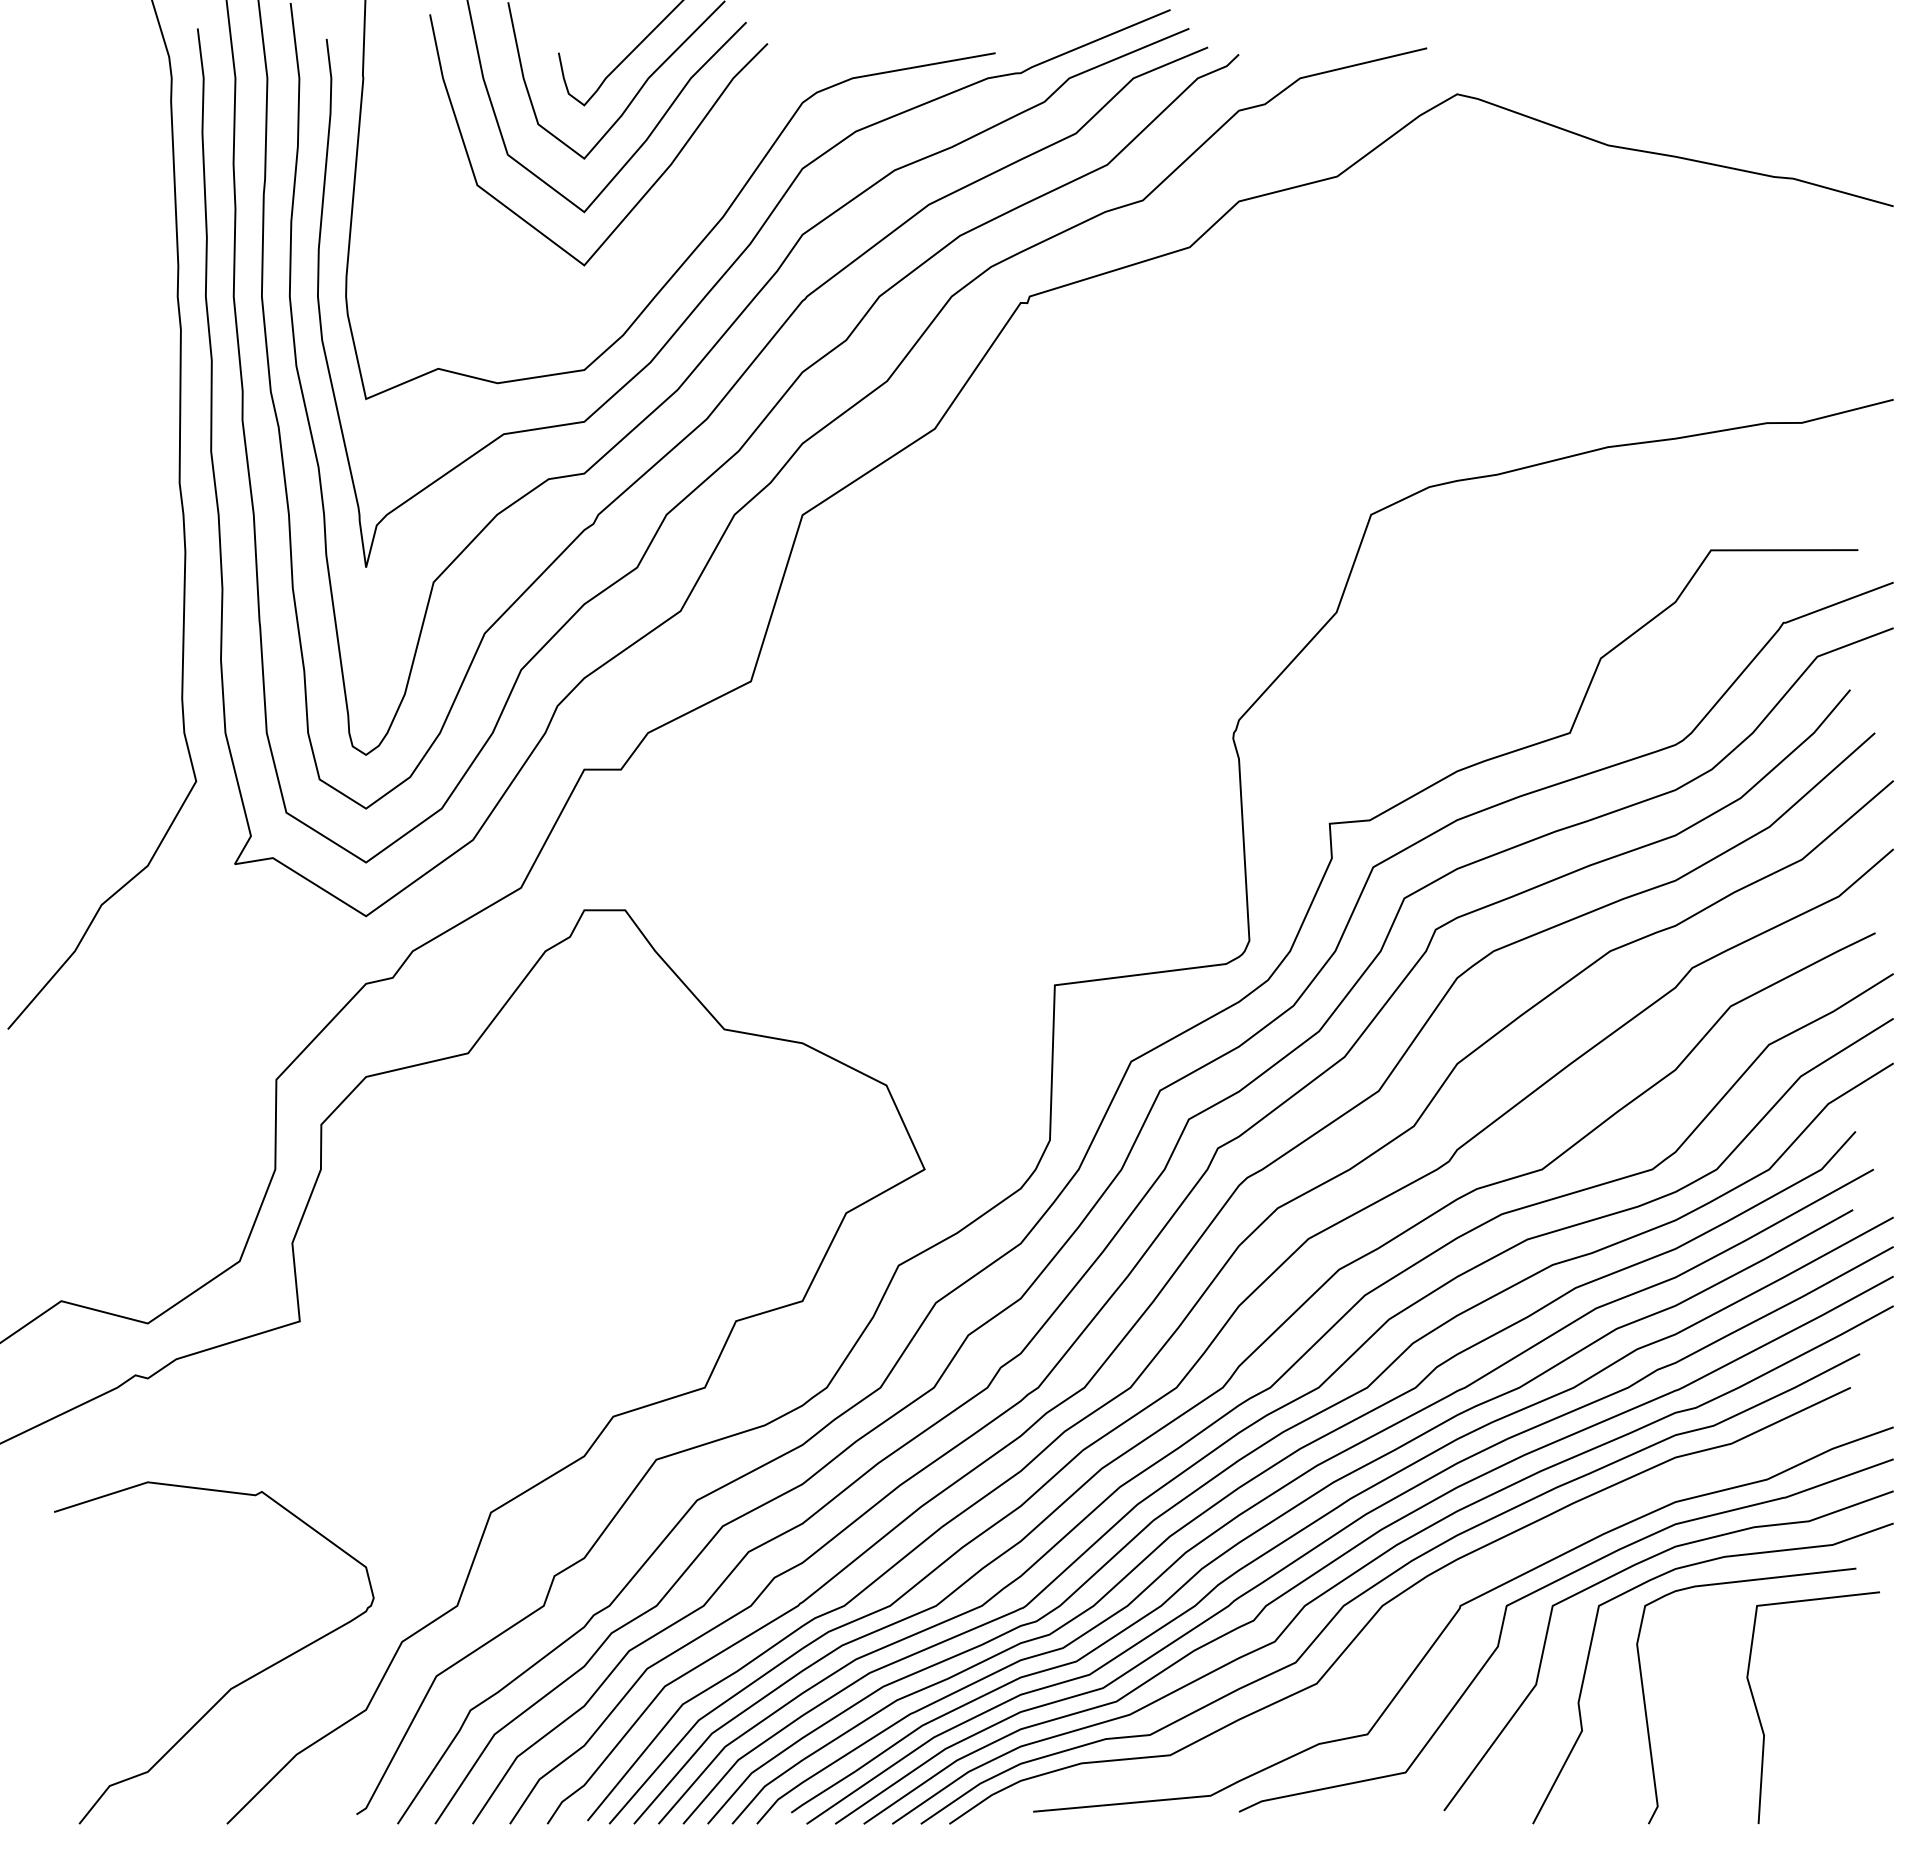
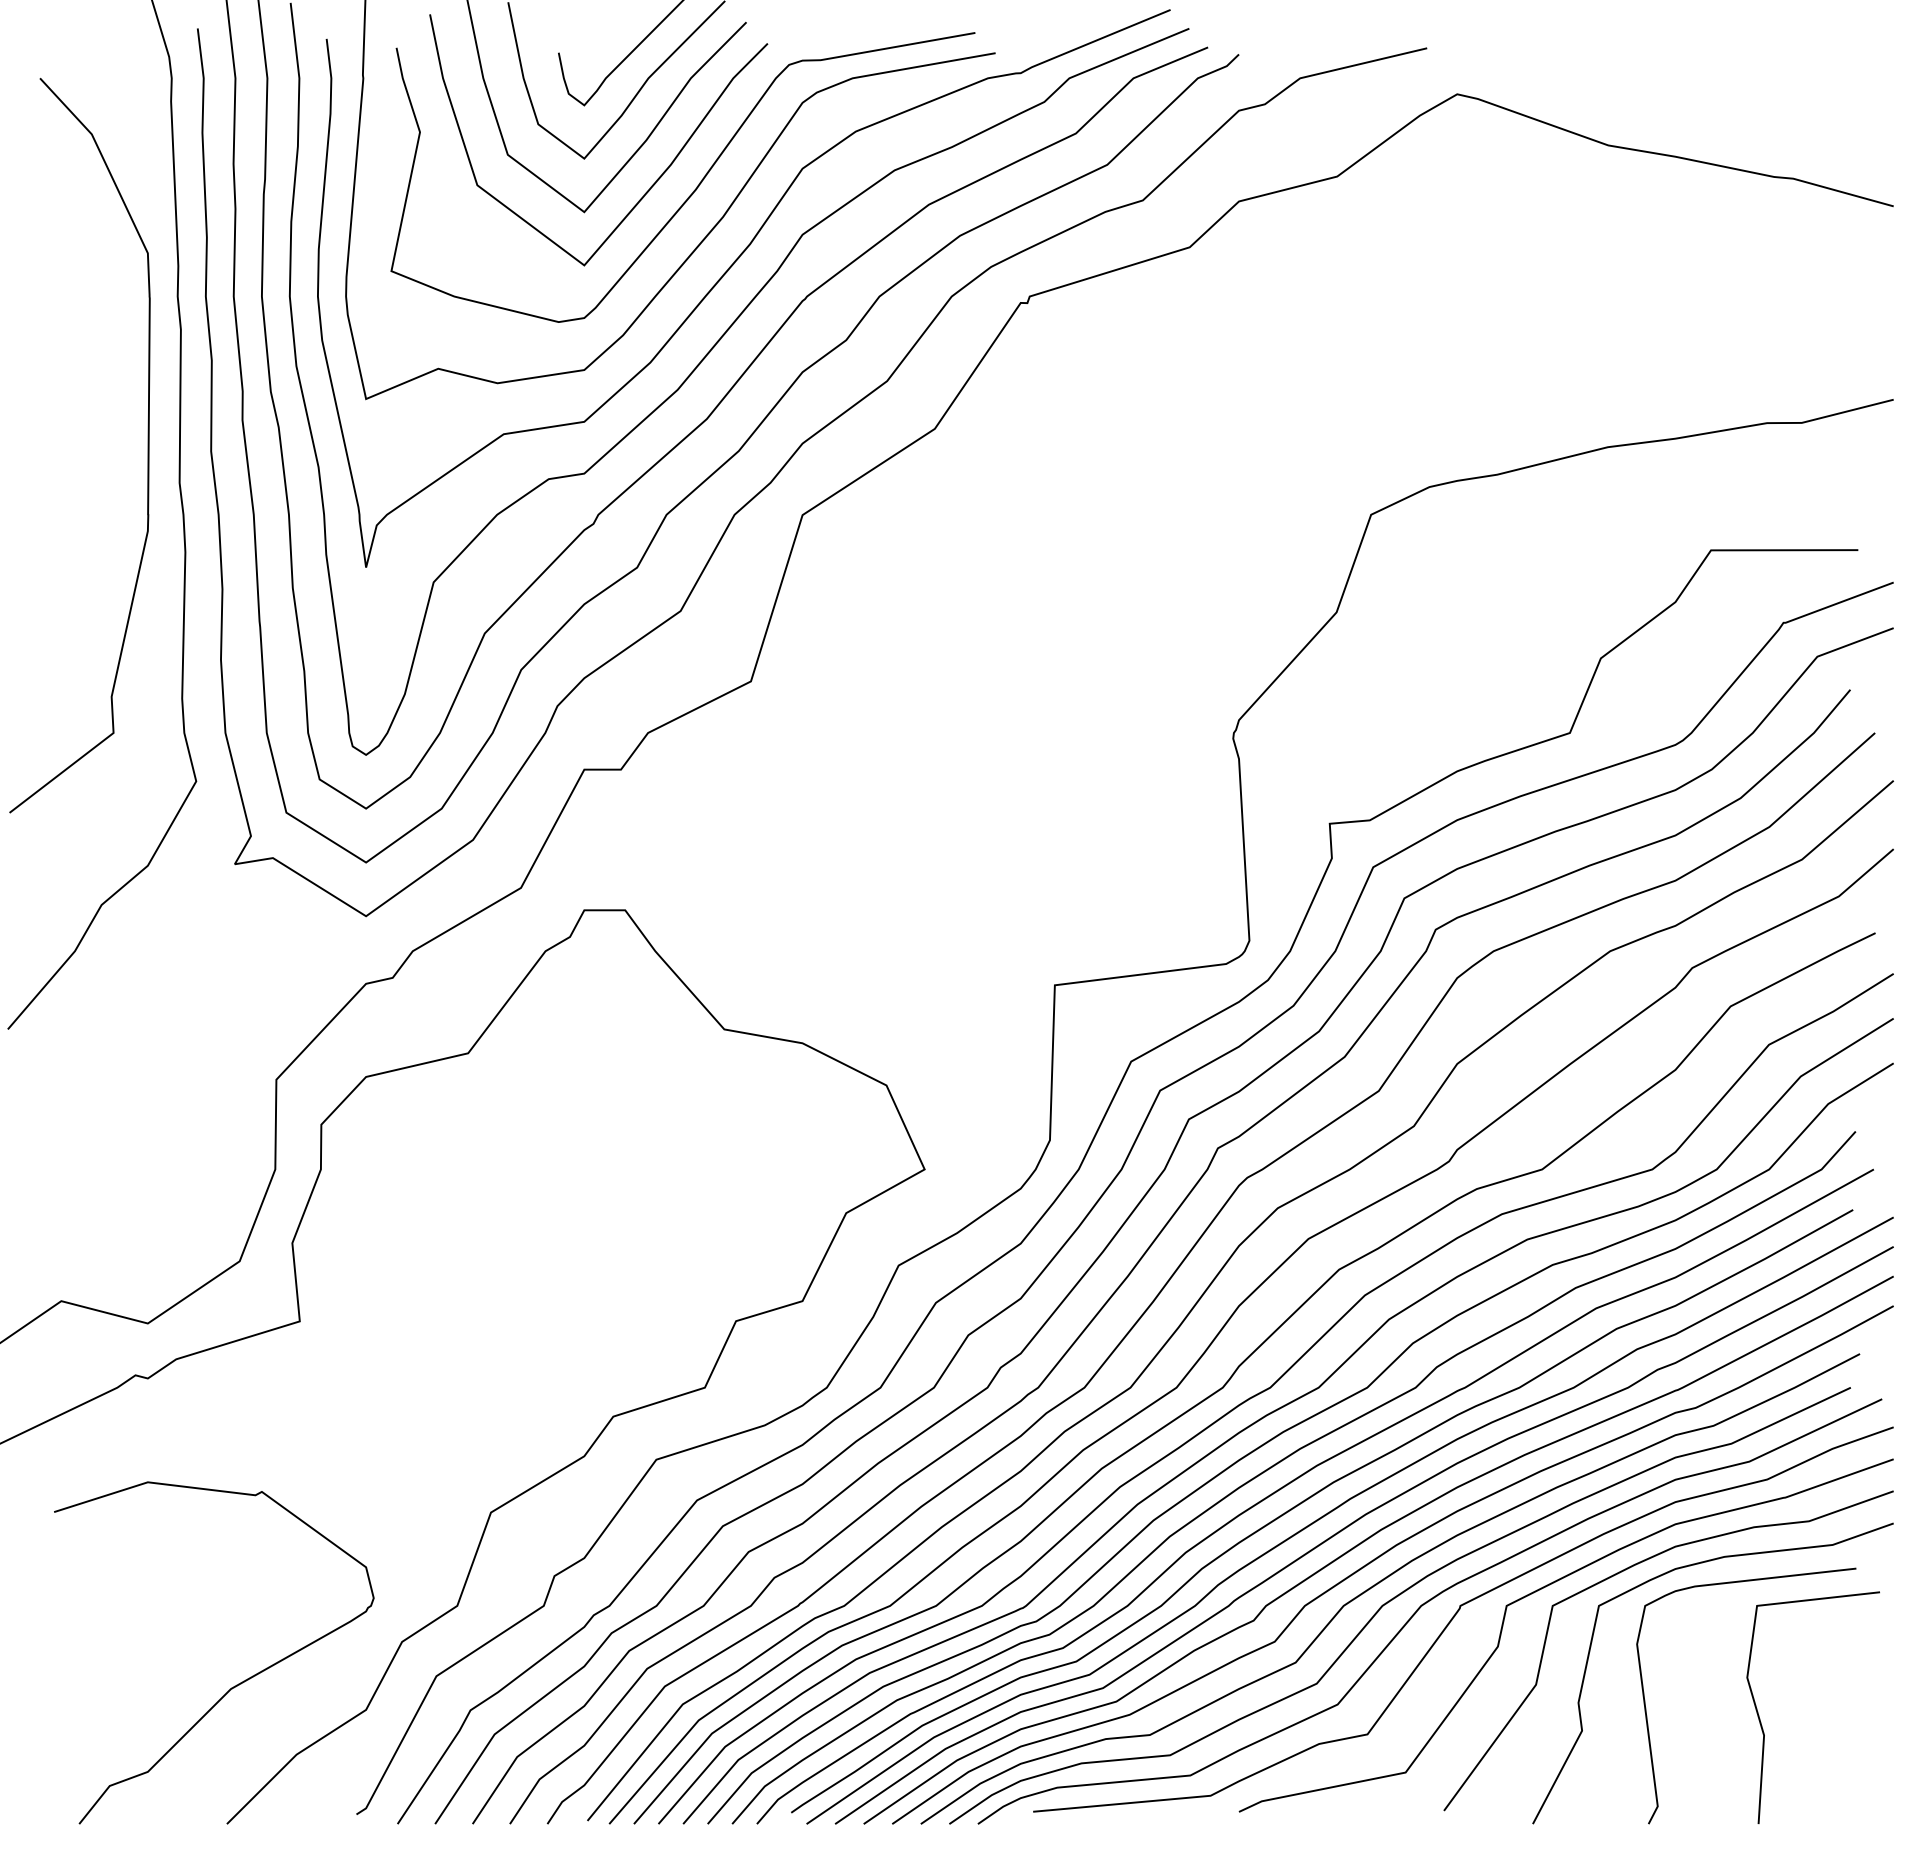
curve at (696, 186): none -> present
curve at (147, 445): none -> present
curve at (1425, 1604): none -> present
